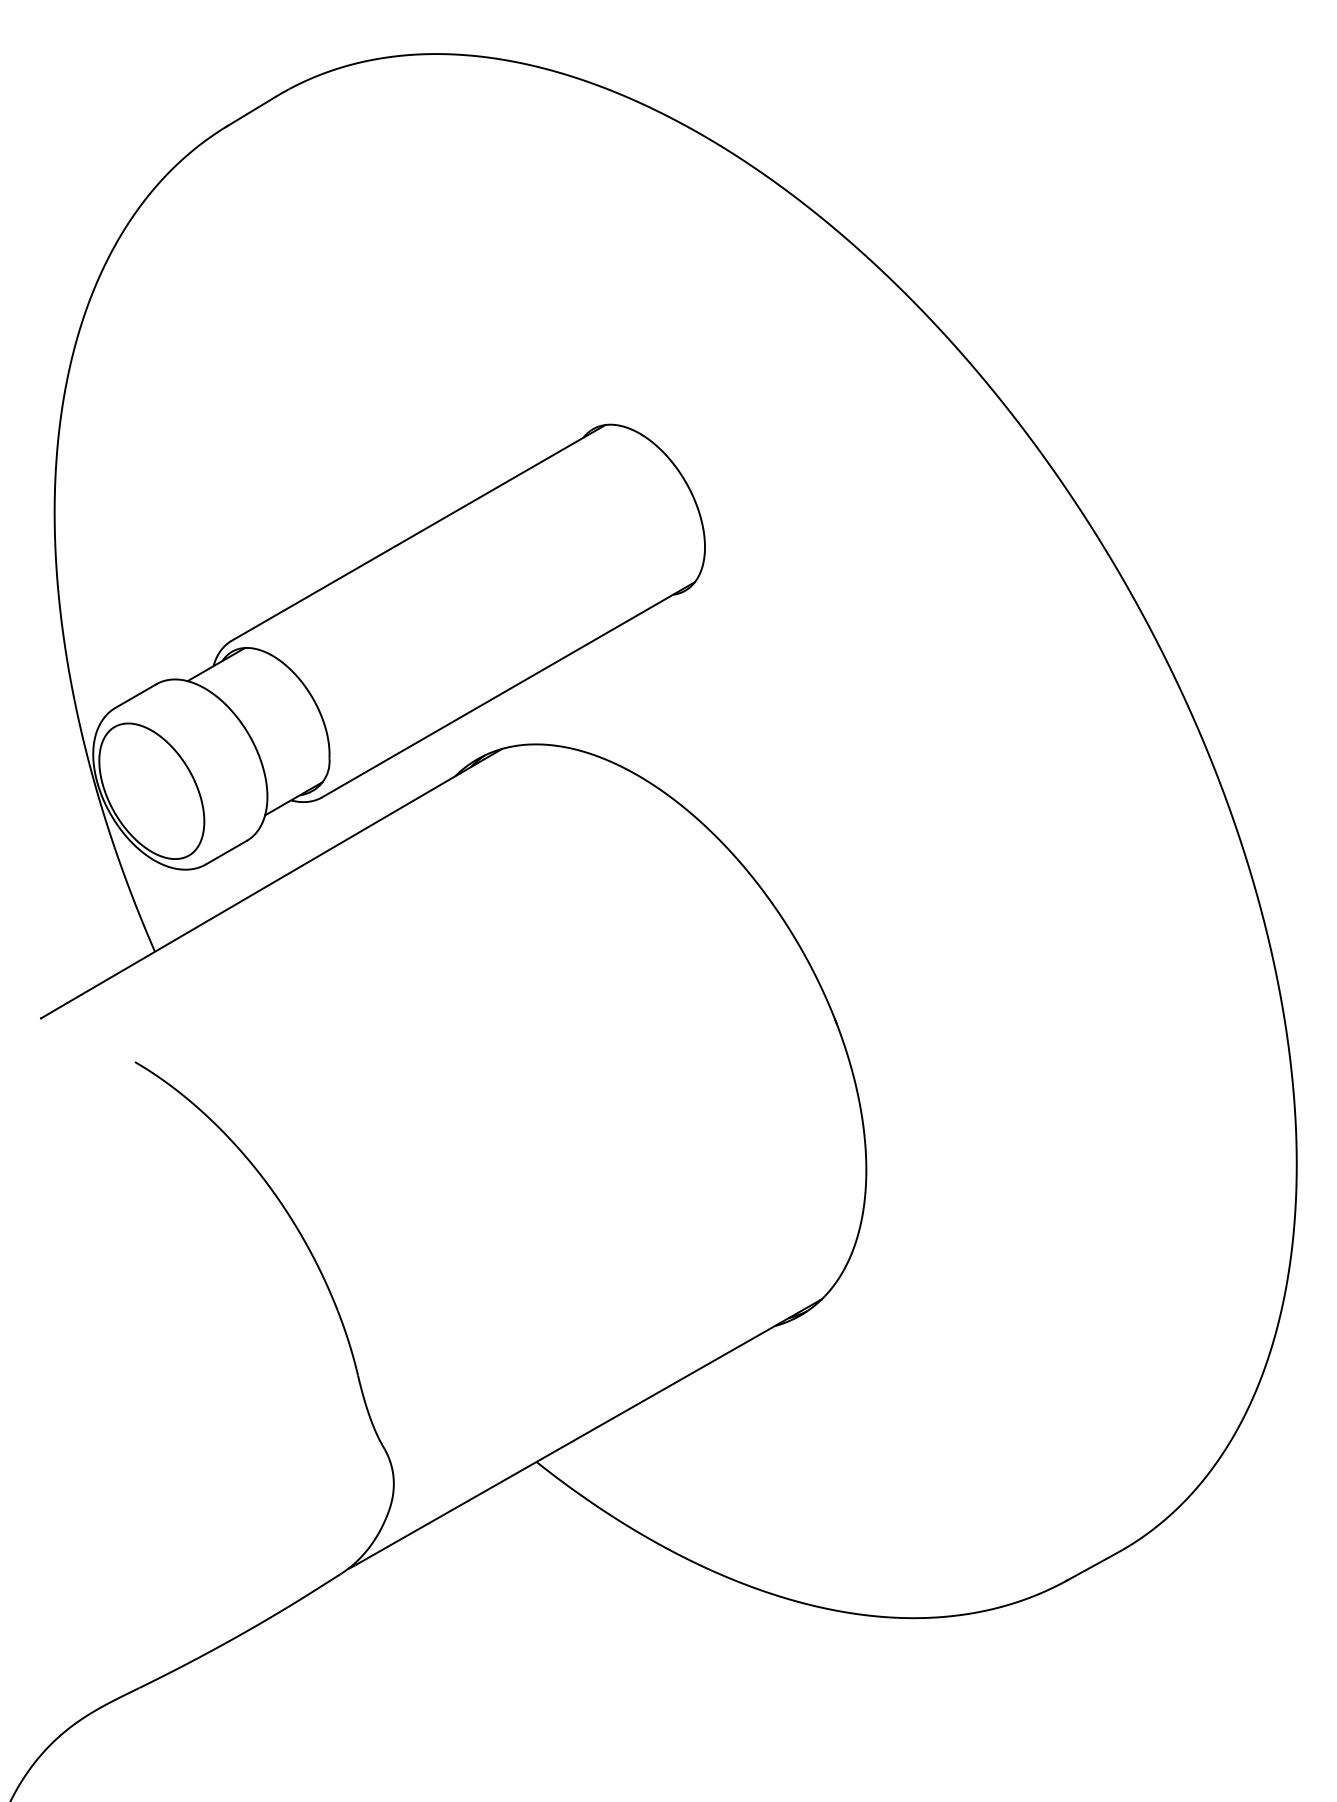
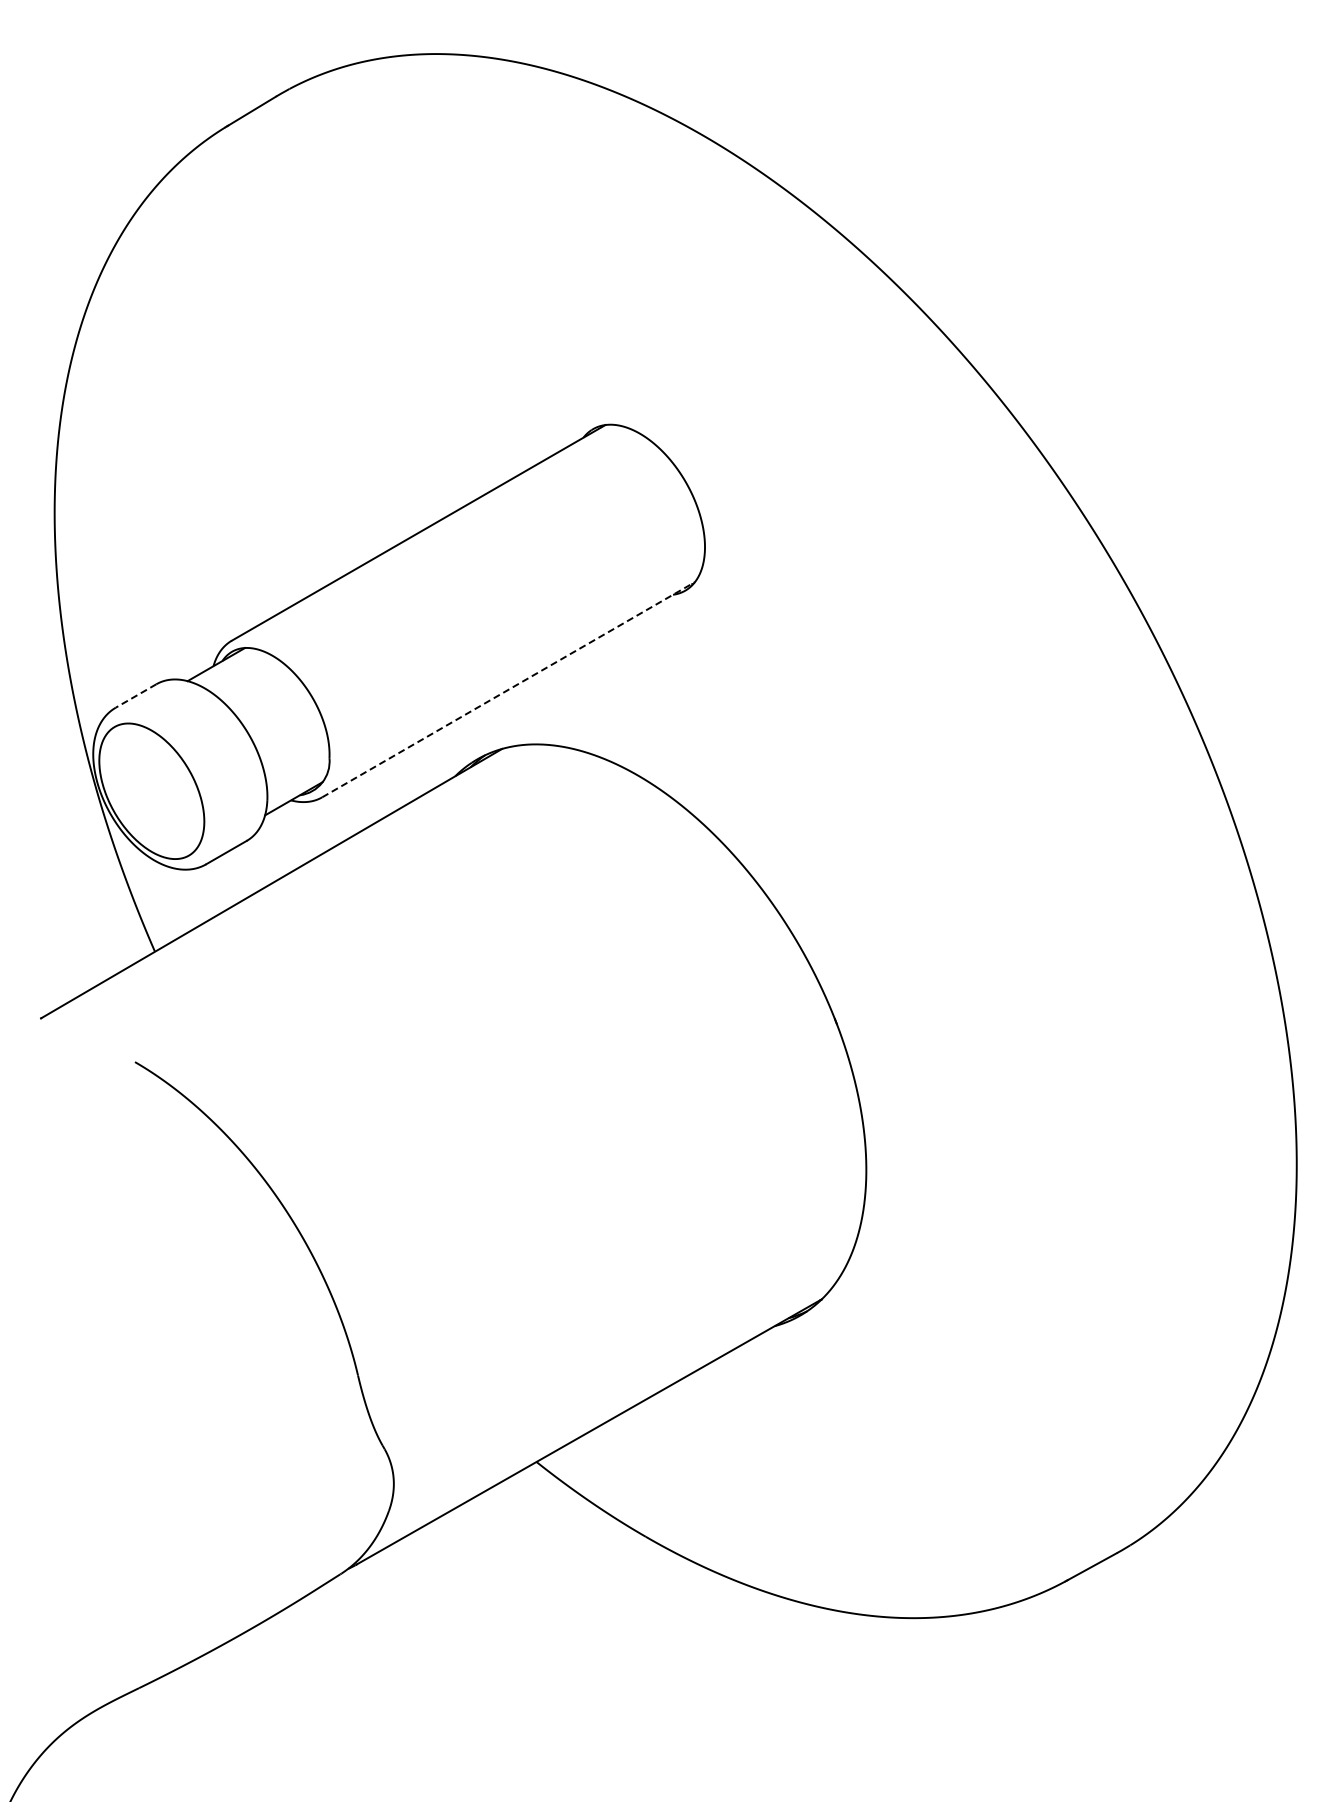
line at (509, 689): solid -> dashed
line at (135, 696): solid -> dashed
